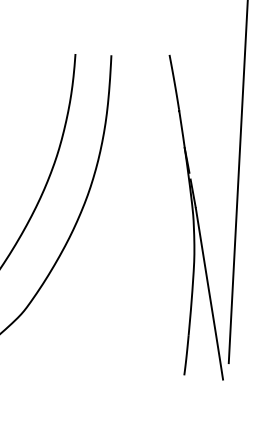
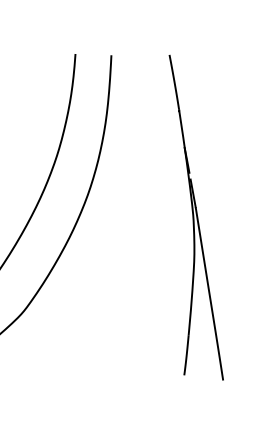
line at (237, 182): present -> none
